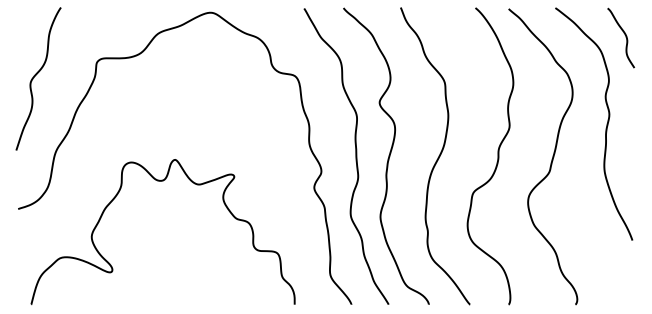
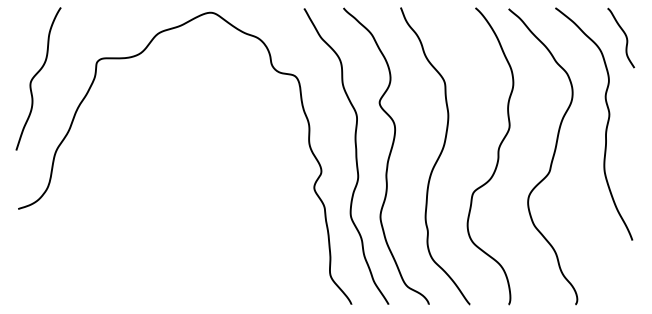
curve at (162, 181): present -> none
